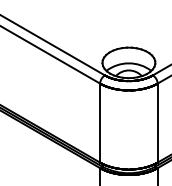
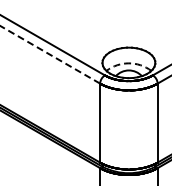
line at (50, 54): solid -> dashed
arc at (128, 63): solid -> dashed
